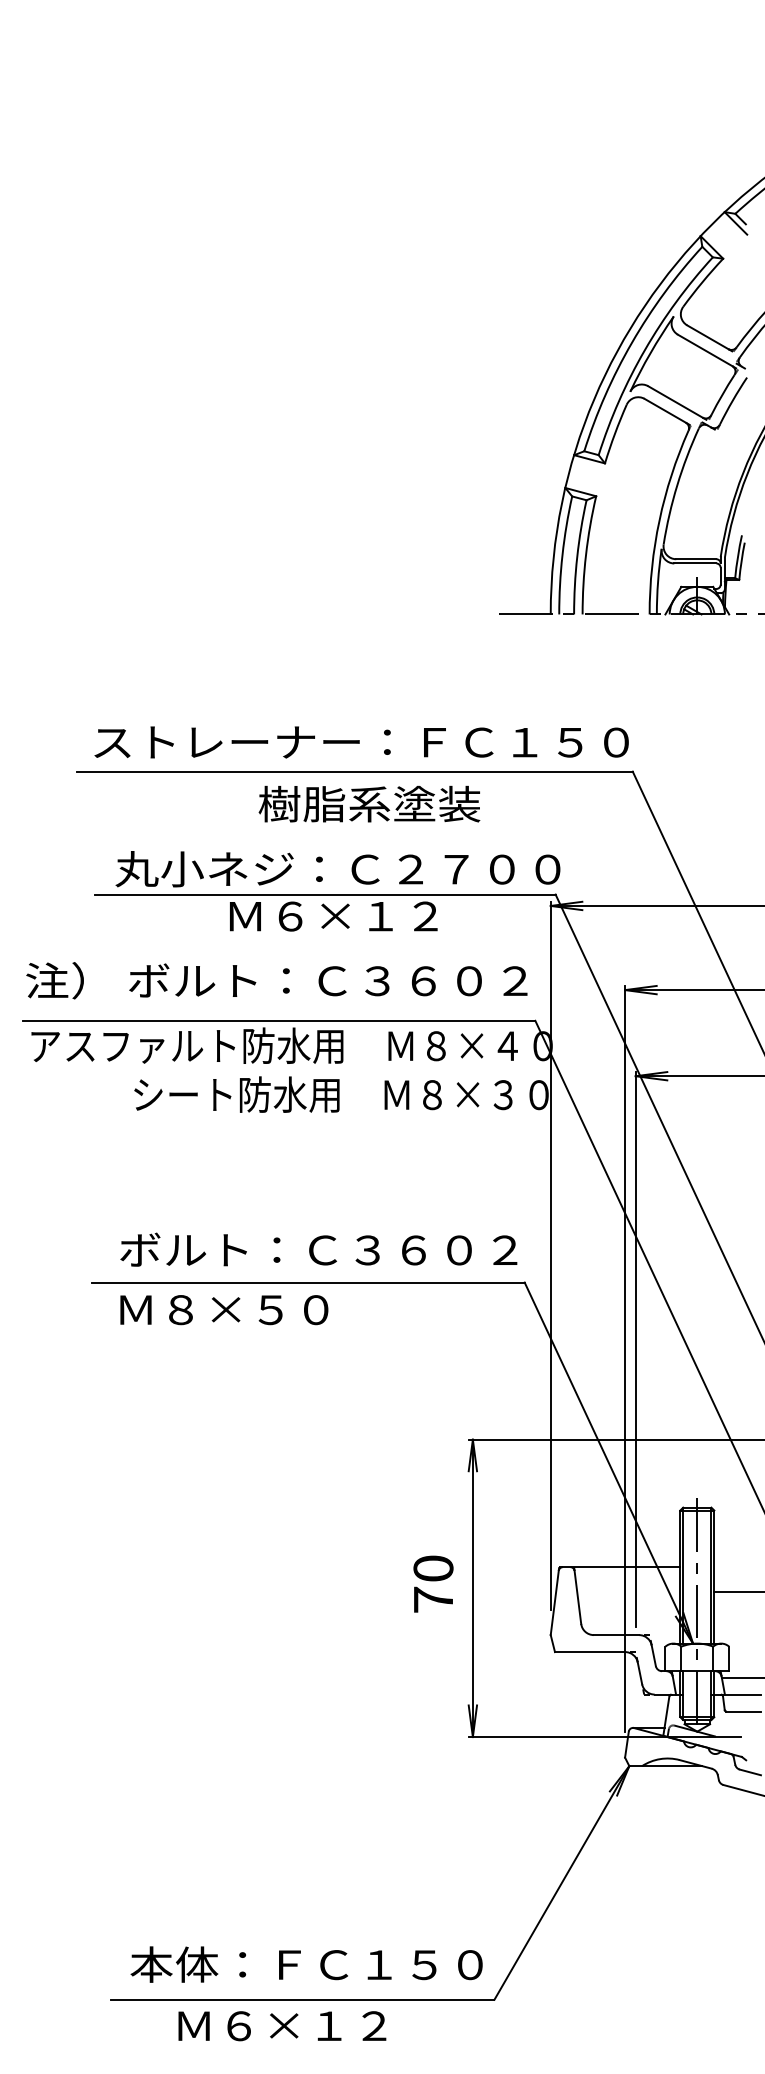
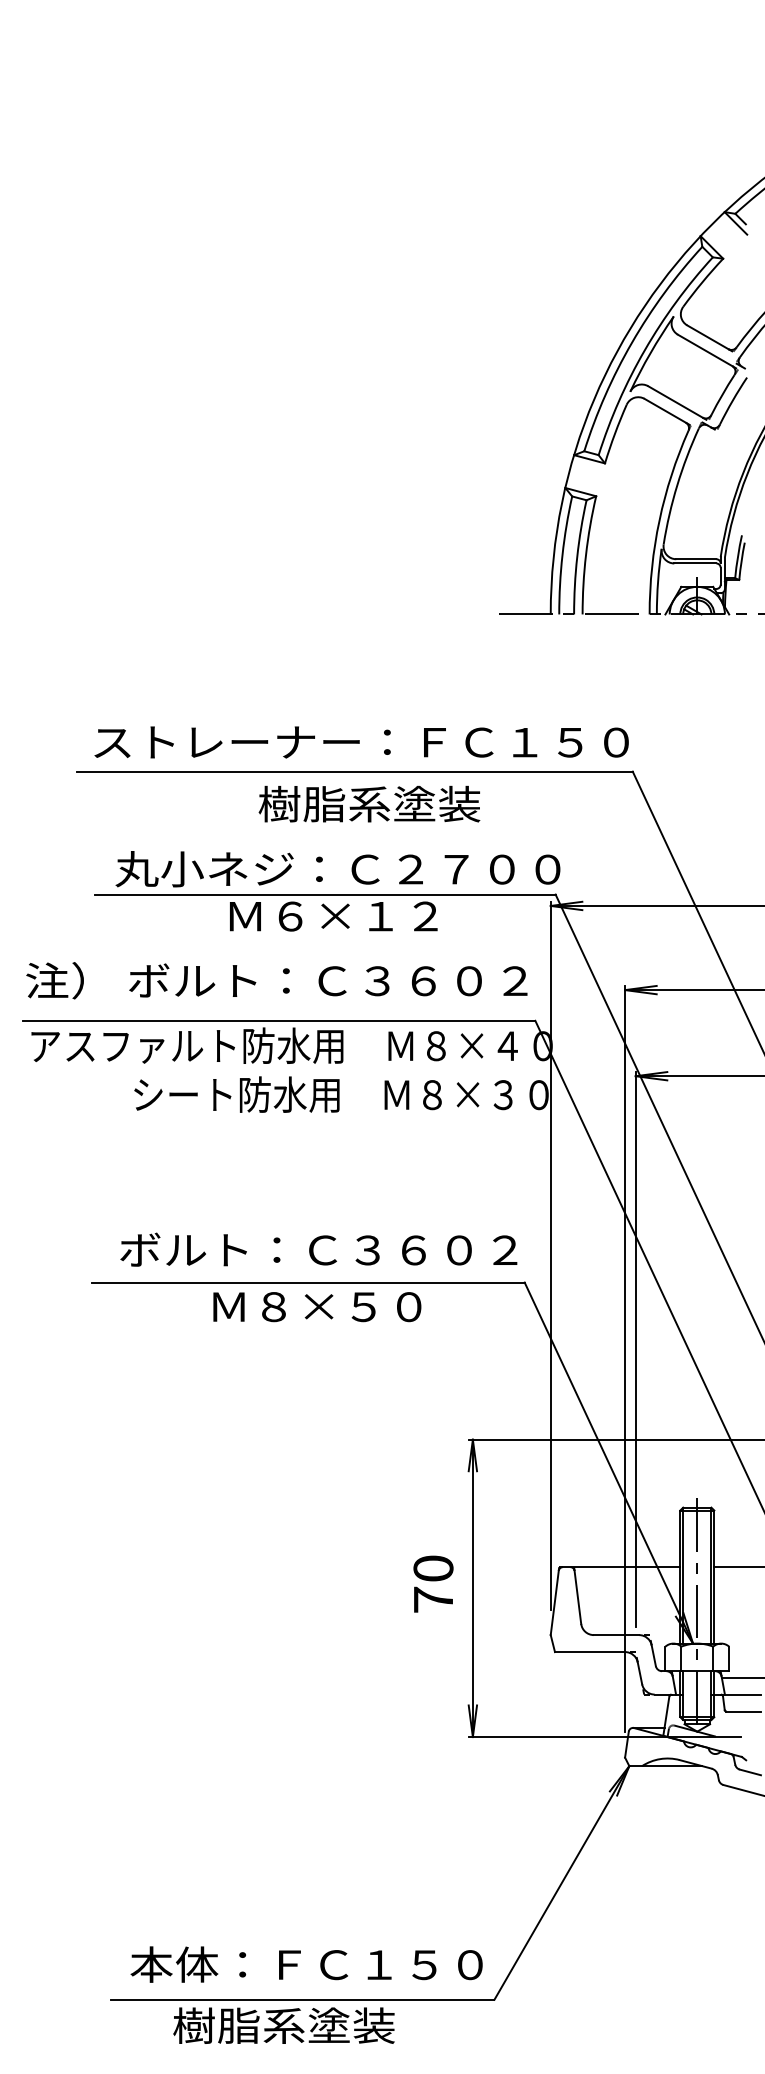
text at (224, 1310) position: (224, 1310) -> (317, 1307)
line at (737, 1592) position: (737, 1592) -> (737, 1567)
text at (283, 2025): Ｍ６×１２ -> 樹脂系塗装
